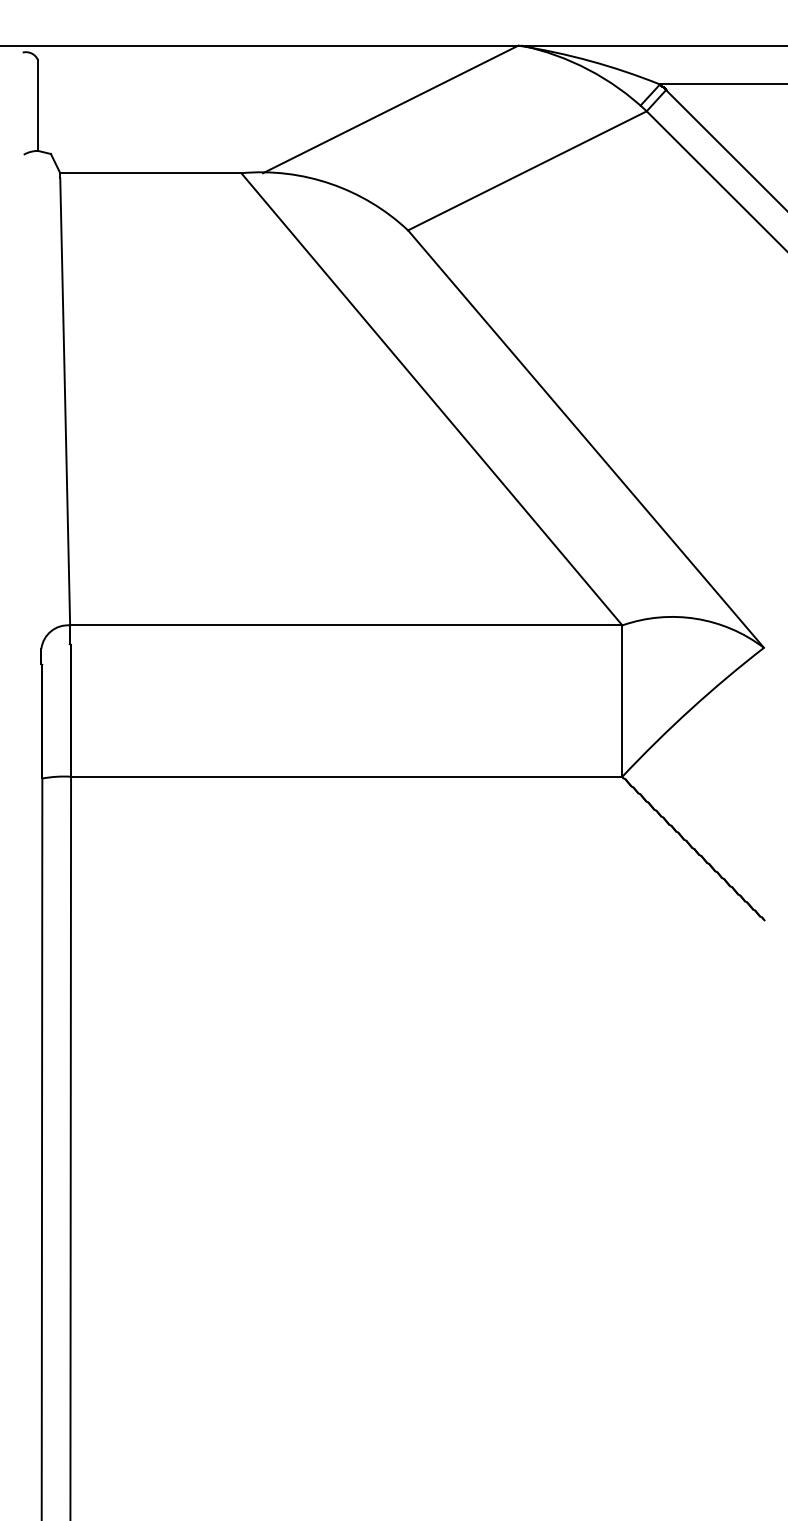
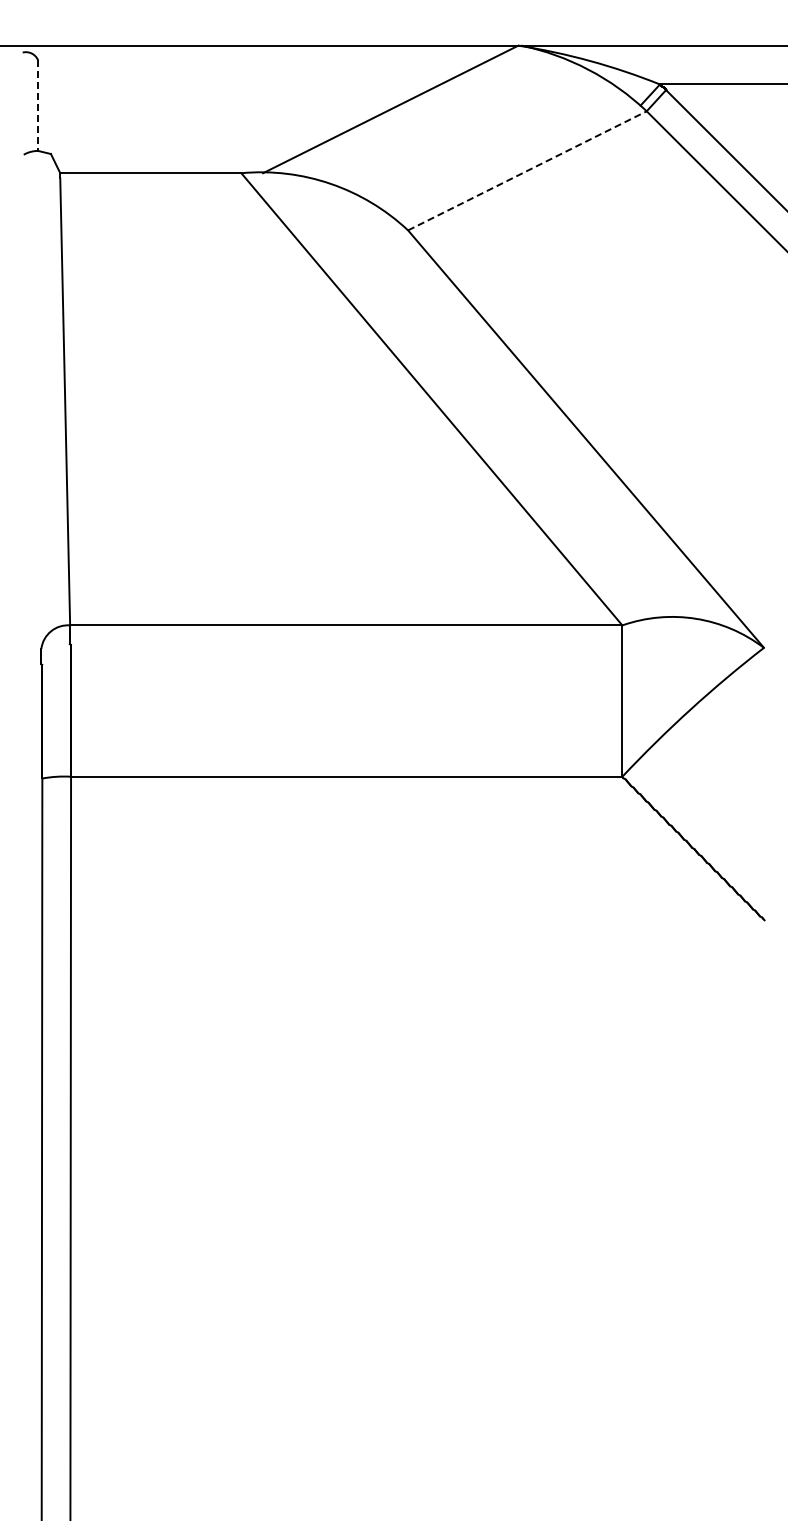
line at (38, 106): solid -> dashed
line at (527, 170): solid -> dashed
